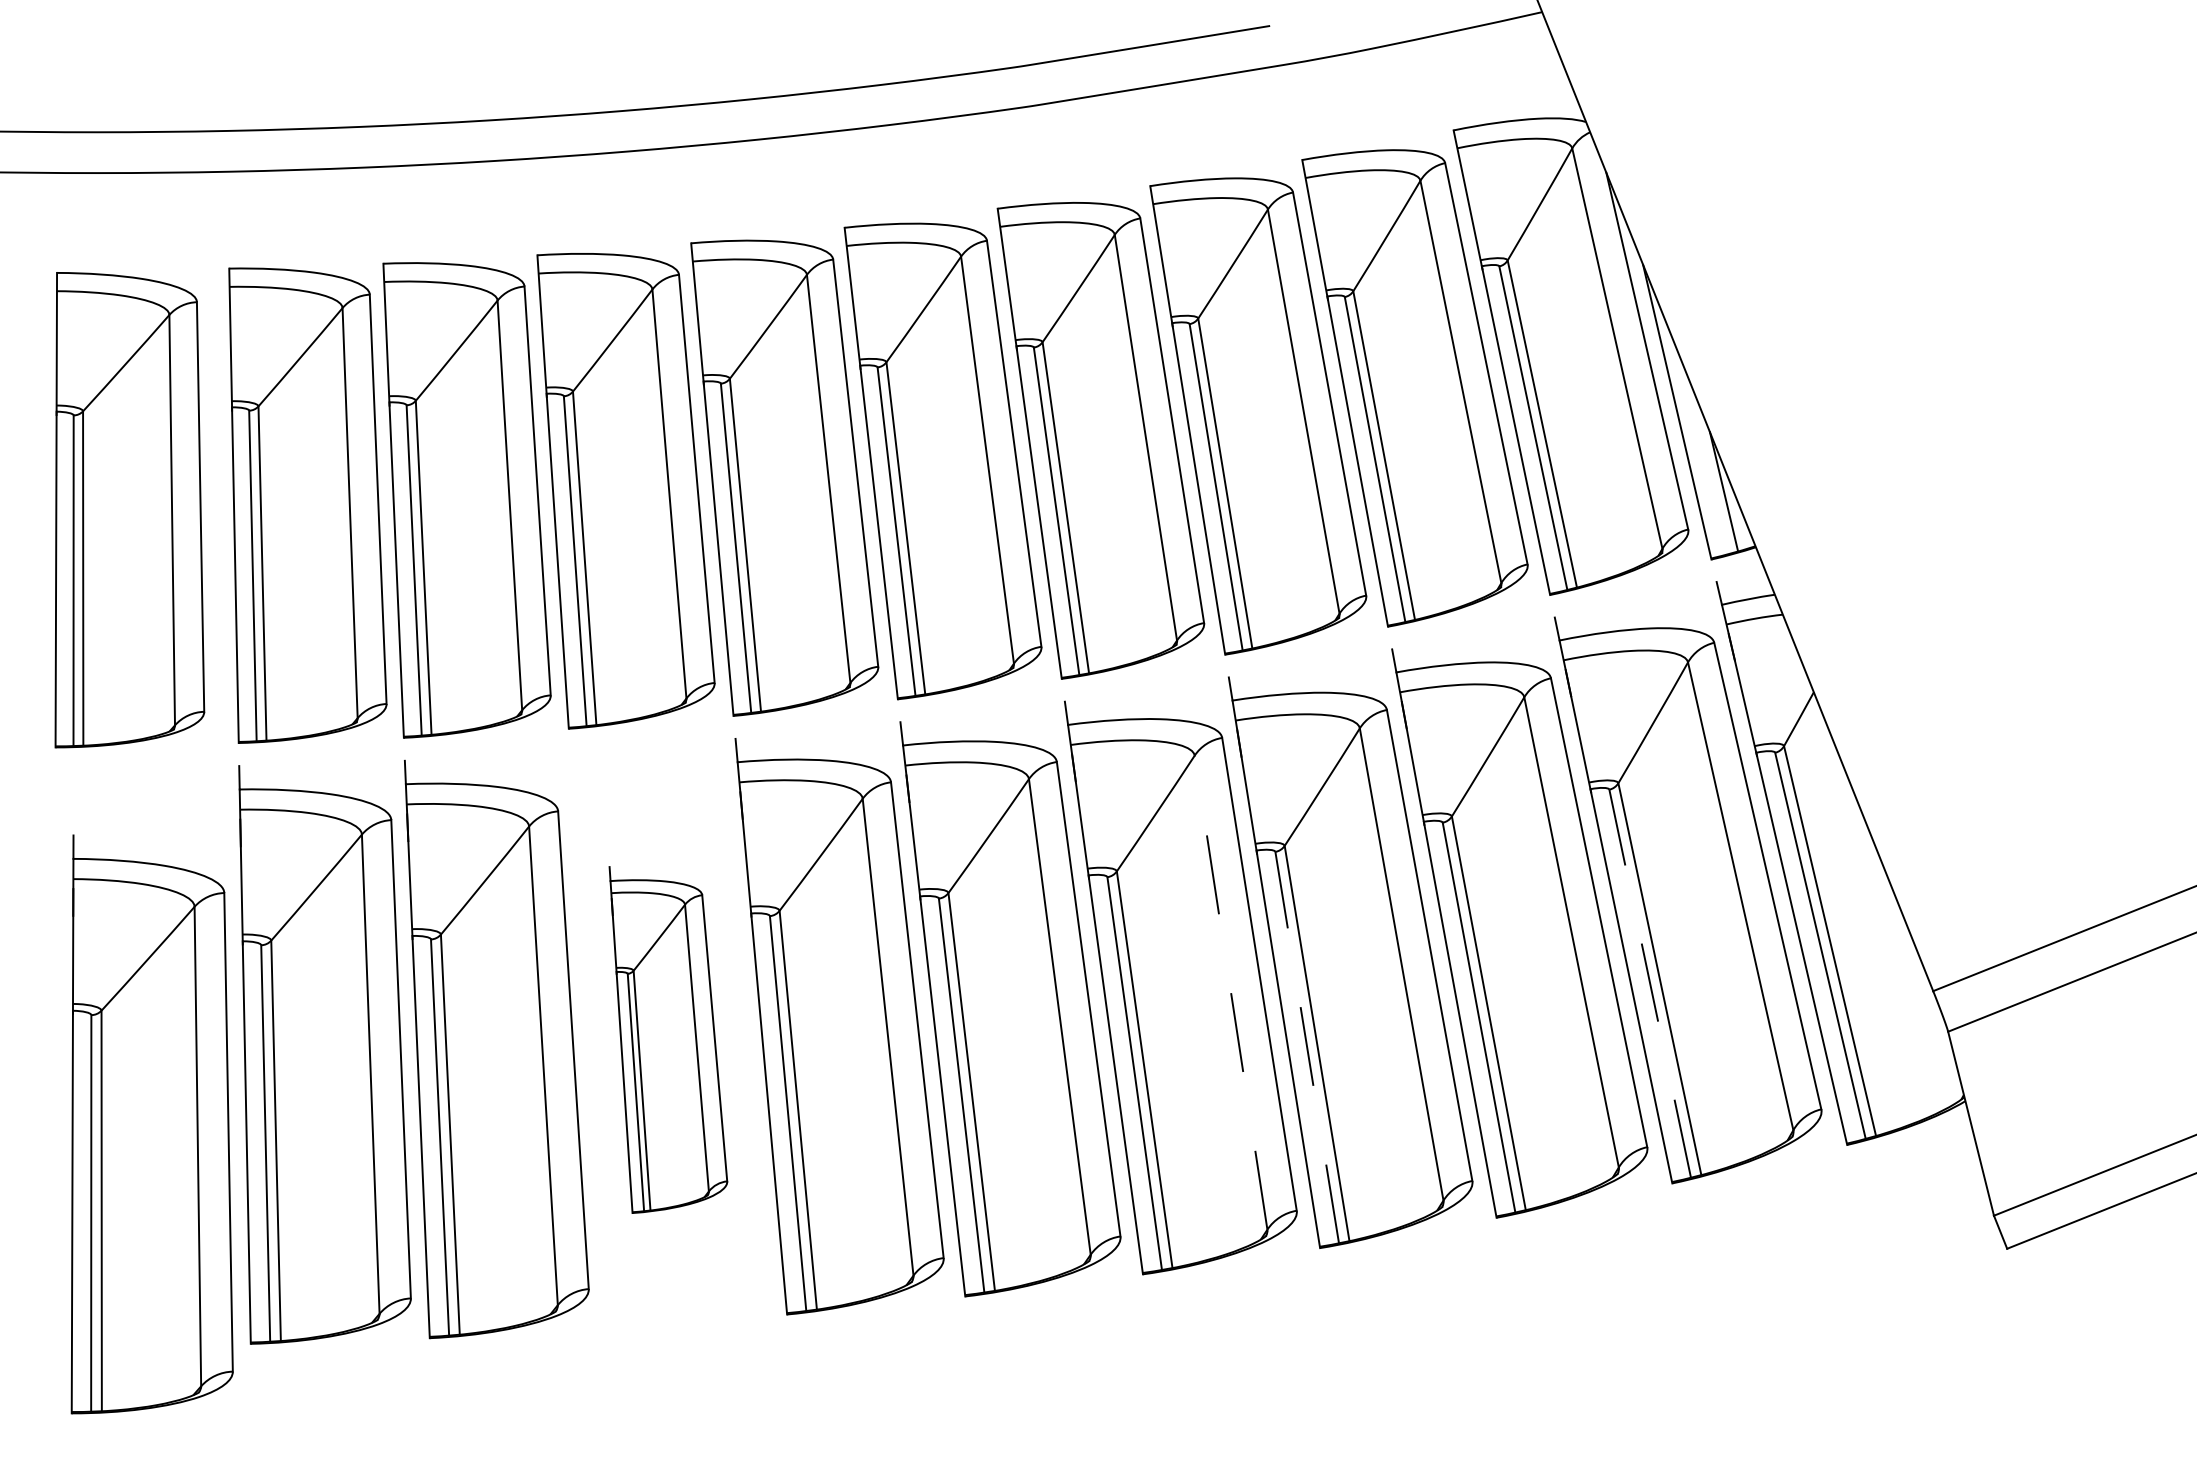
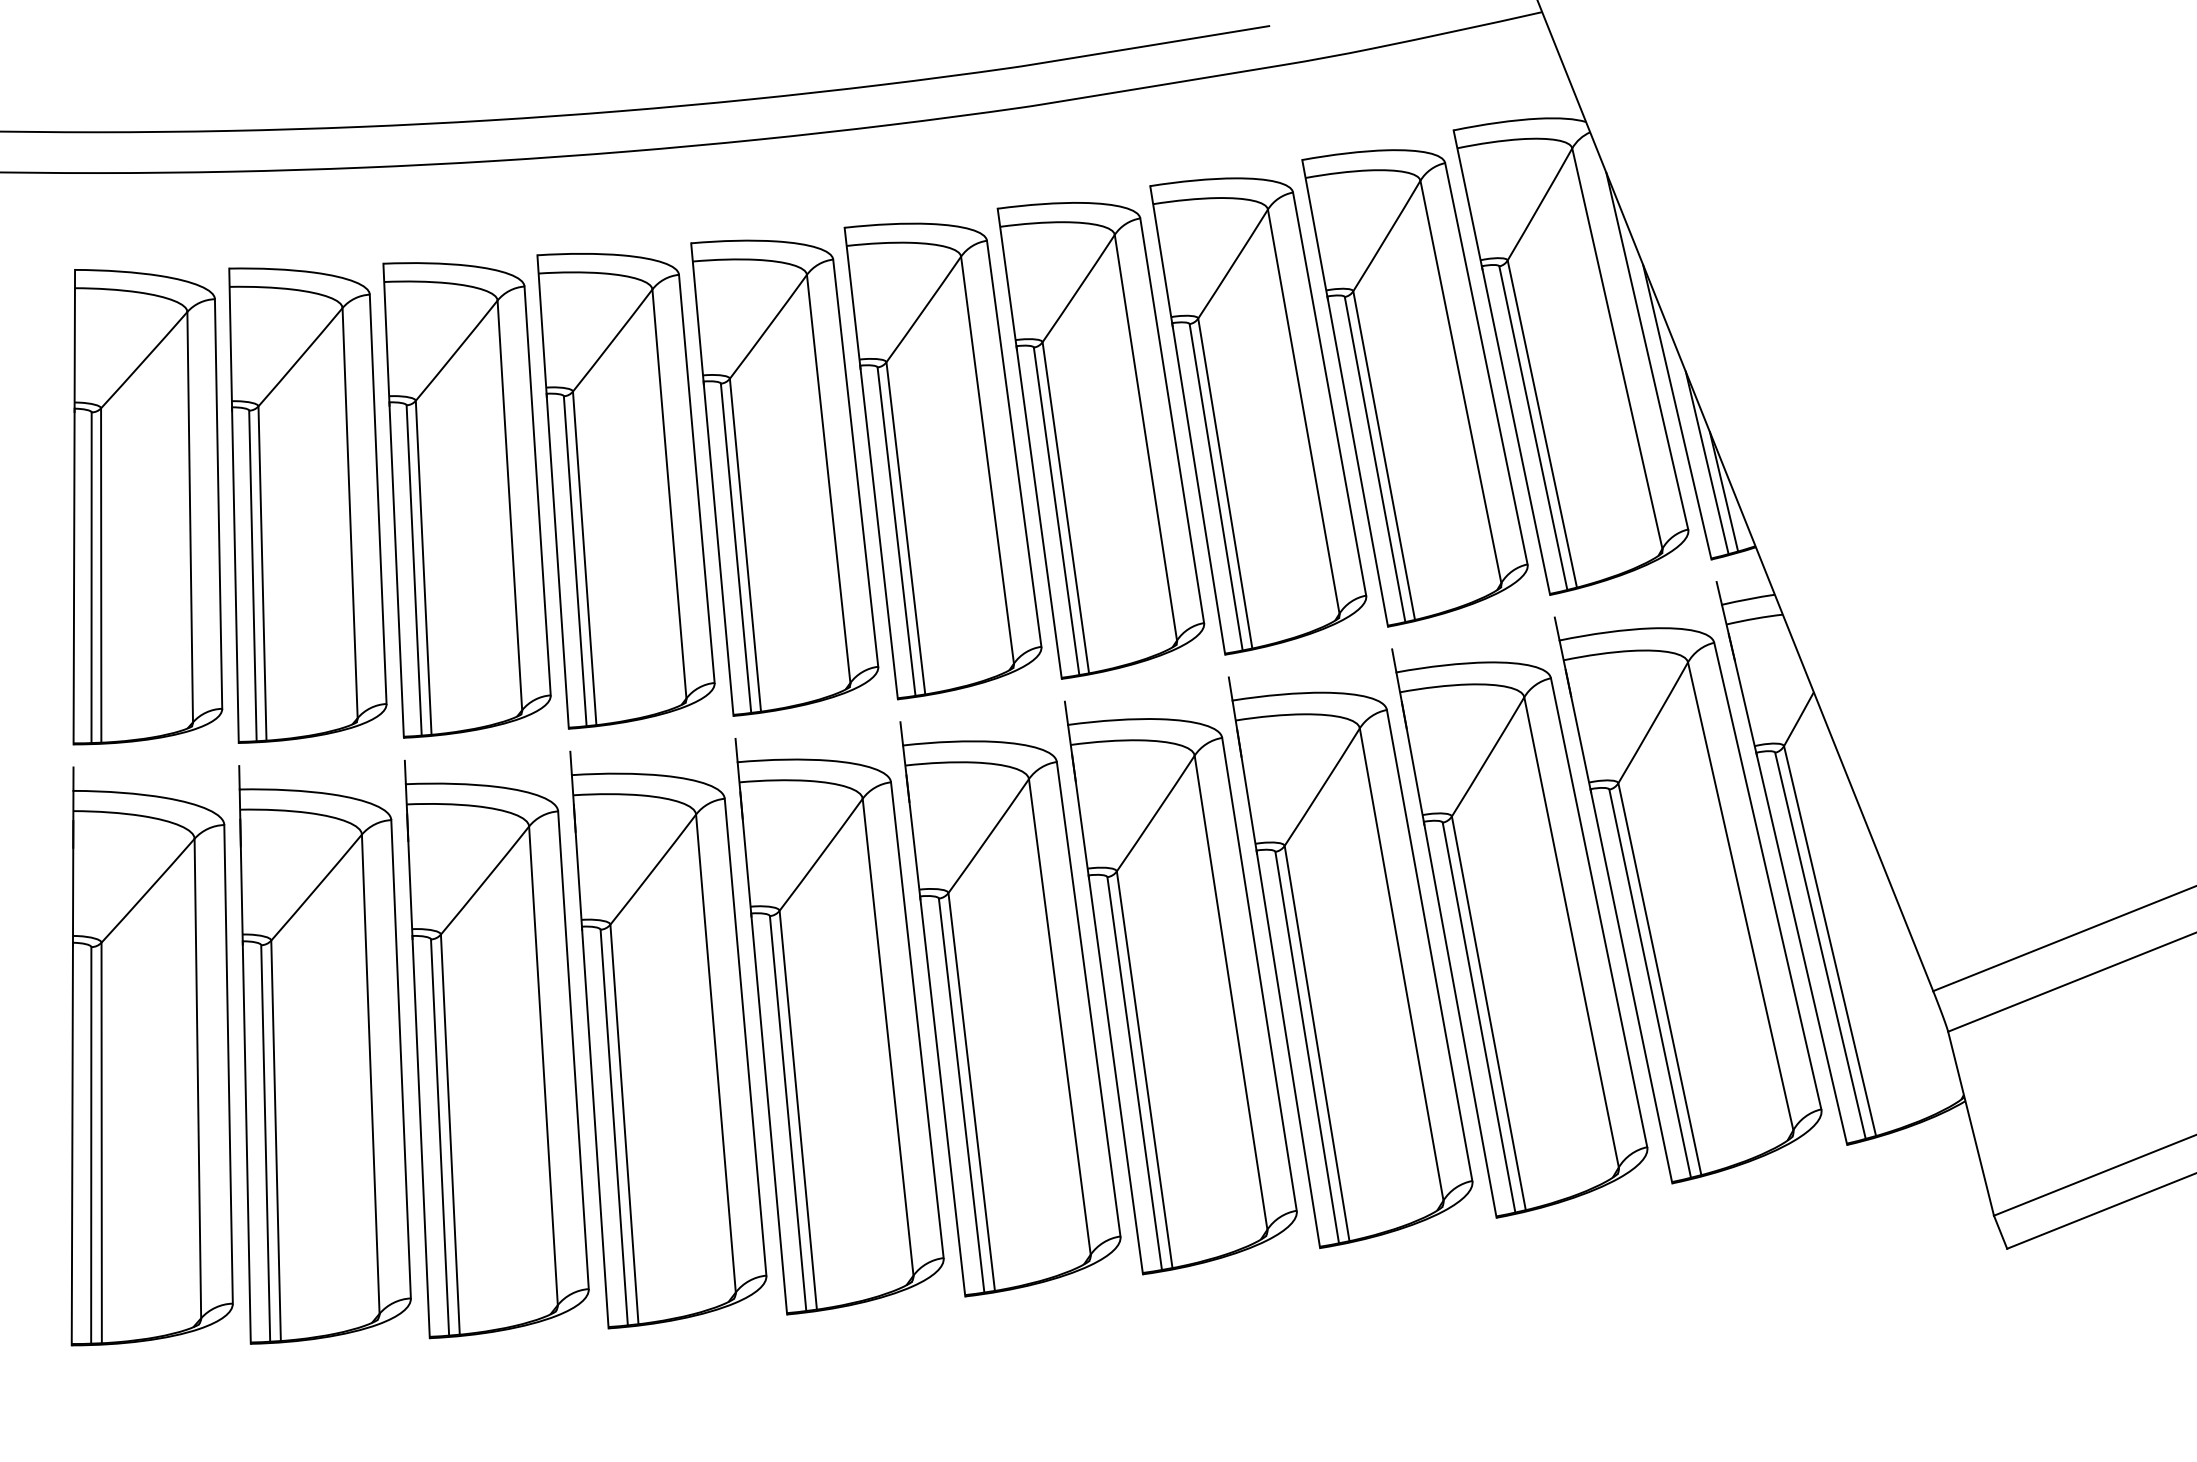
line at (1706, 462): none -> present
part at (129, 510) position: (129, 510) -> (147, 507)
line at (1650, 983): dashed -> solid
line at (1231, 992): dashed -> solid
part at (668, 1039) size: 121x348 px -> 199x580 px
line at (1307, 1047): dashed -> solid
part at (151, 1124) position: (151, 1124) -> (151, 1056)
